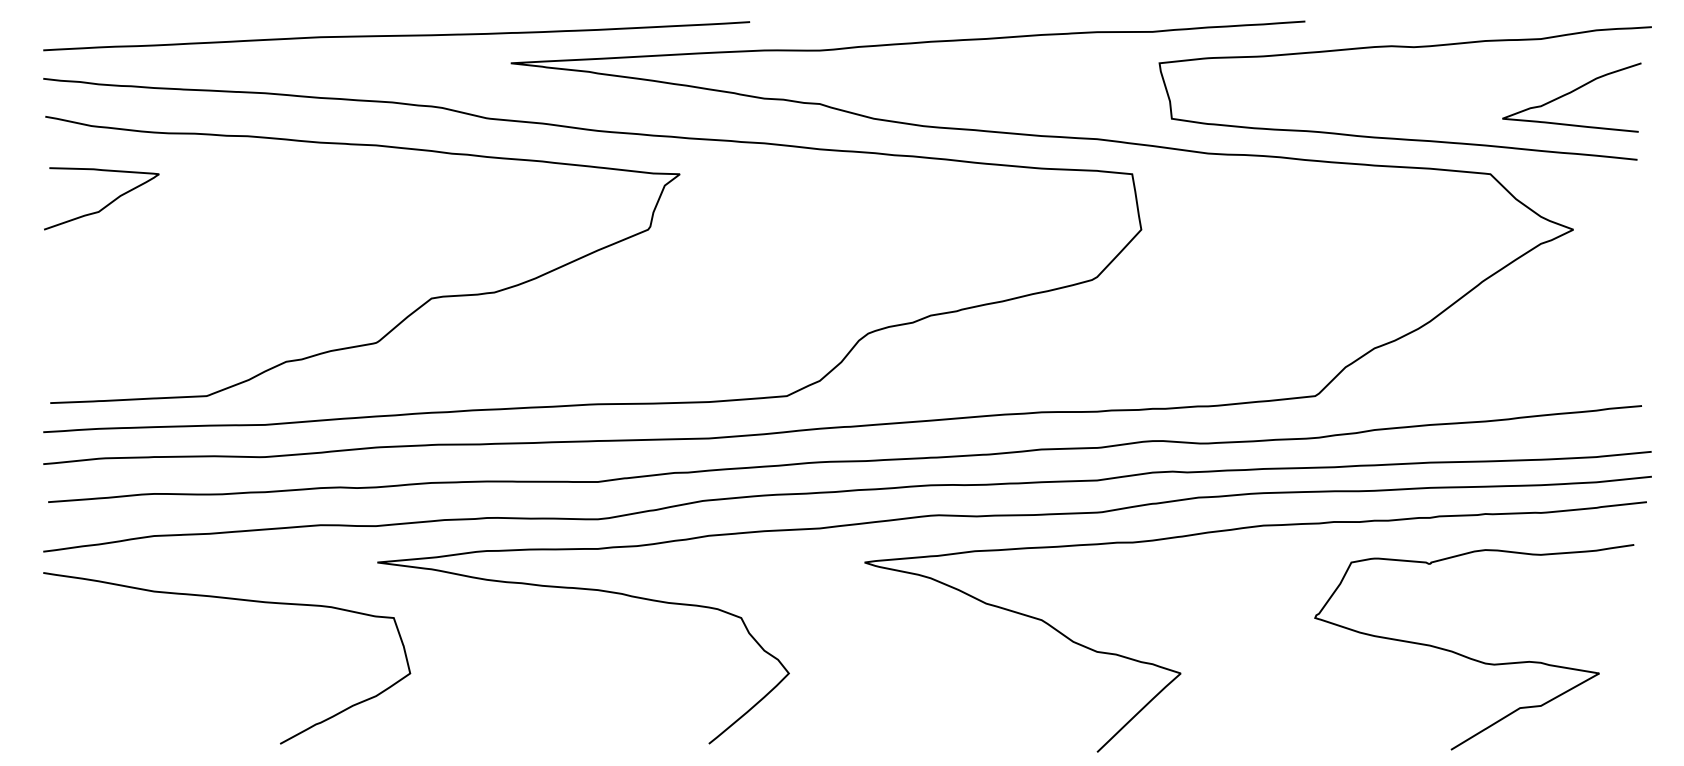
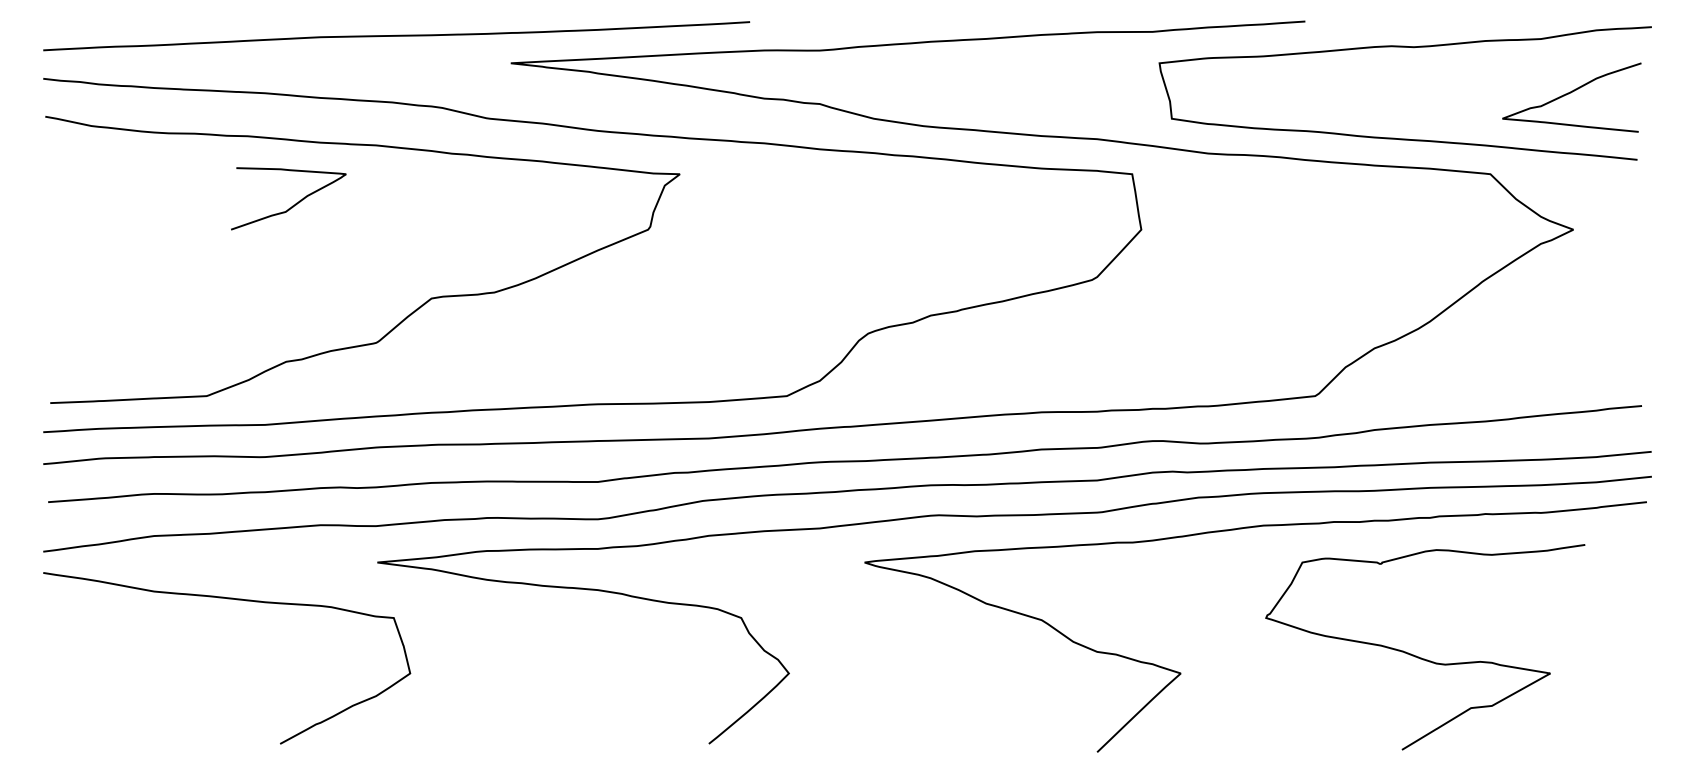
curve at (105, 205) position: (105, 205) -> (292, 205)
curve at (1470, 657) position: (1470, 657) -> (1421, 657)
